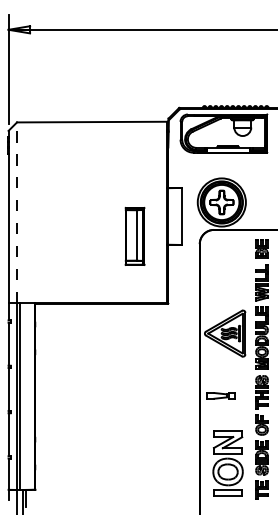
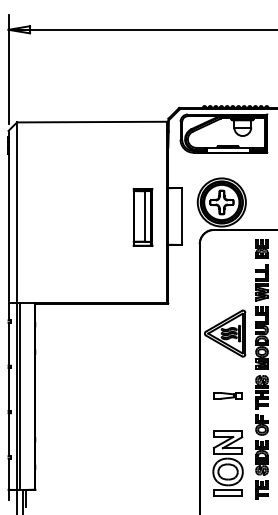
line at (17, 212): dashed -> solid
part at (134, 236) position: (134, 236) -> (142, 217)
part at (220, 395) position: (220, 395) -> (227, 395)
